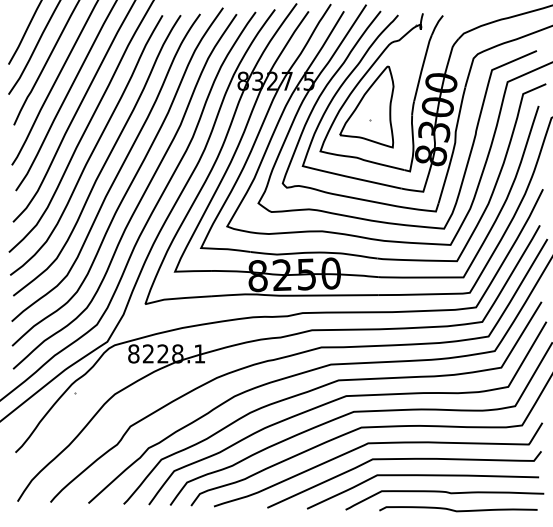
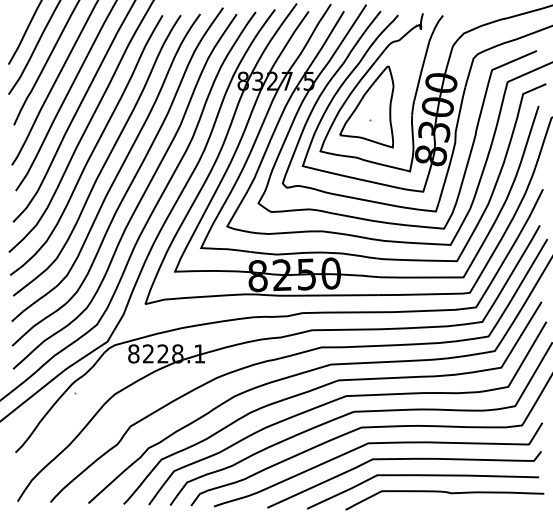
curve at (458, 510): present -> none
